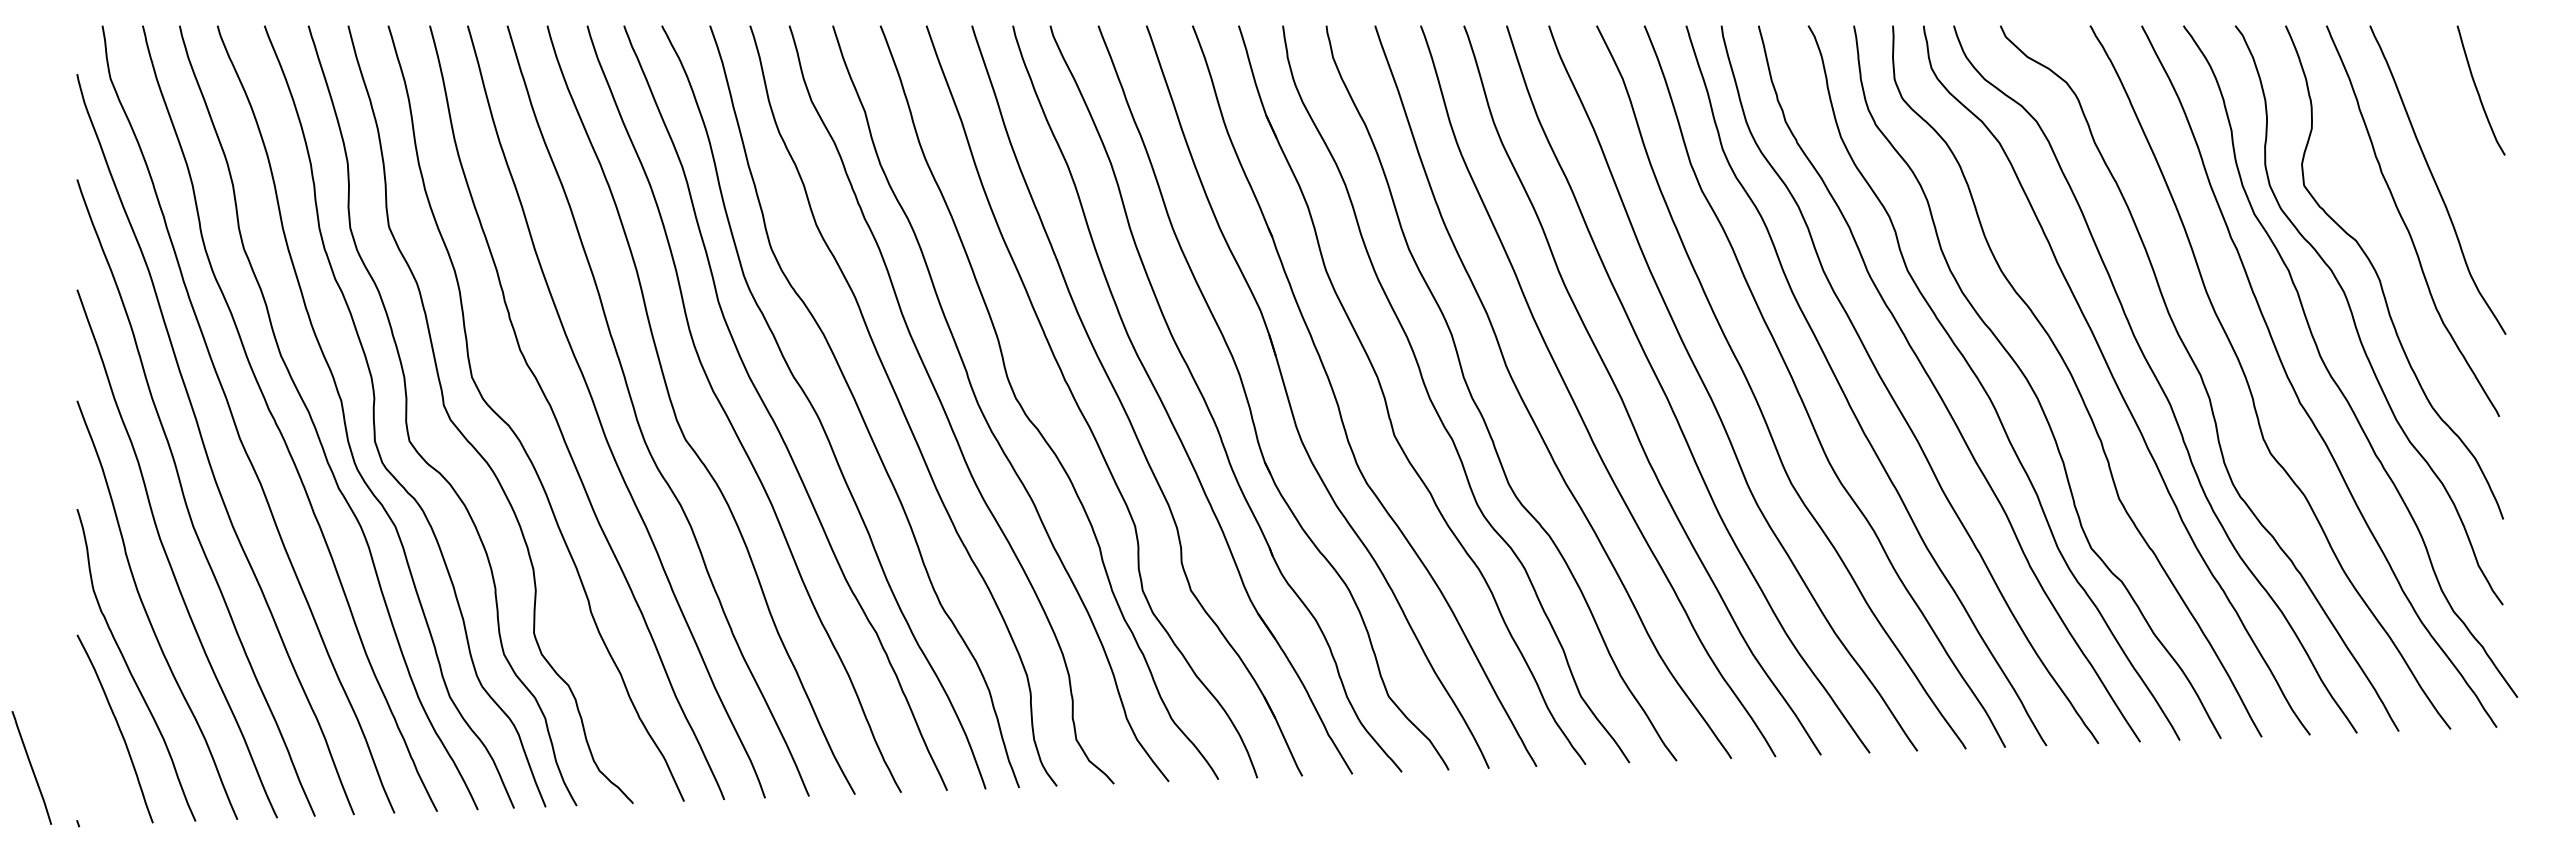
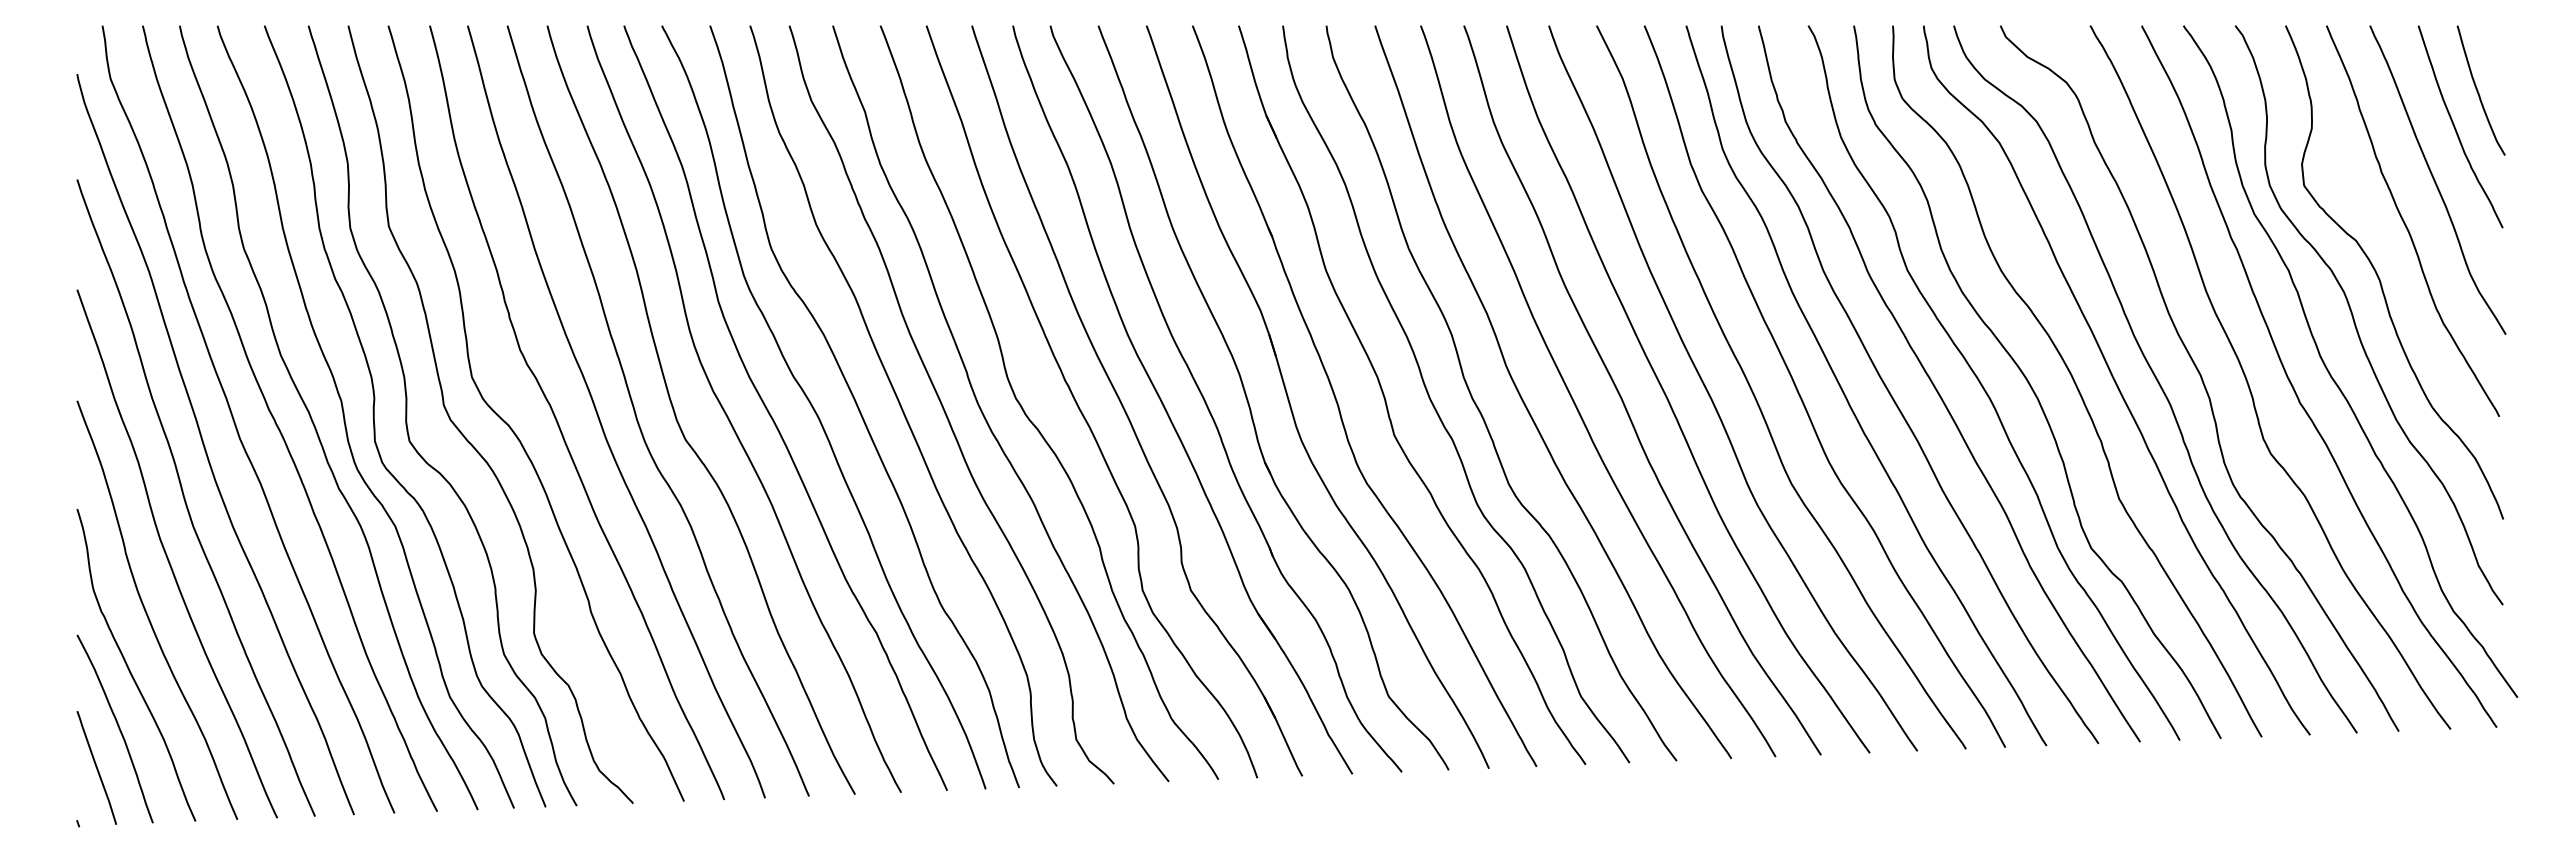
curve at (2456, 128): none -> present
line at (31, 767) position: (31, 767) -> (96, 767)
